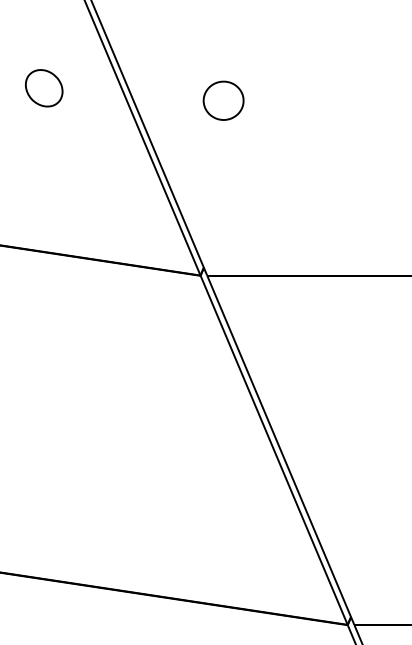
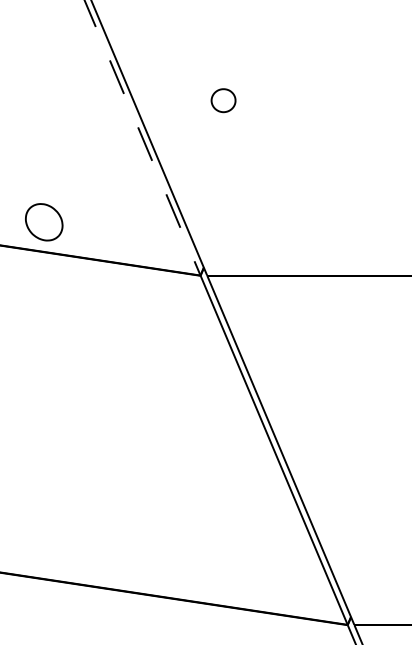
part at (44, 88) position: (44, 88) -> (44, 222)
part at (223, 100) size: 43x41 px -> 27x26 px
line at (142, 138): solid -> dashed
